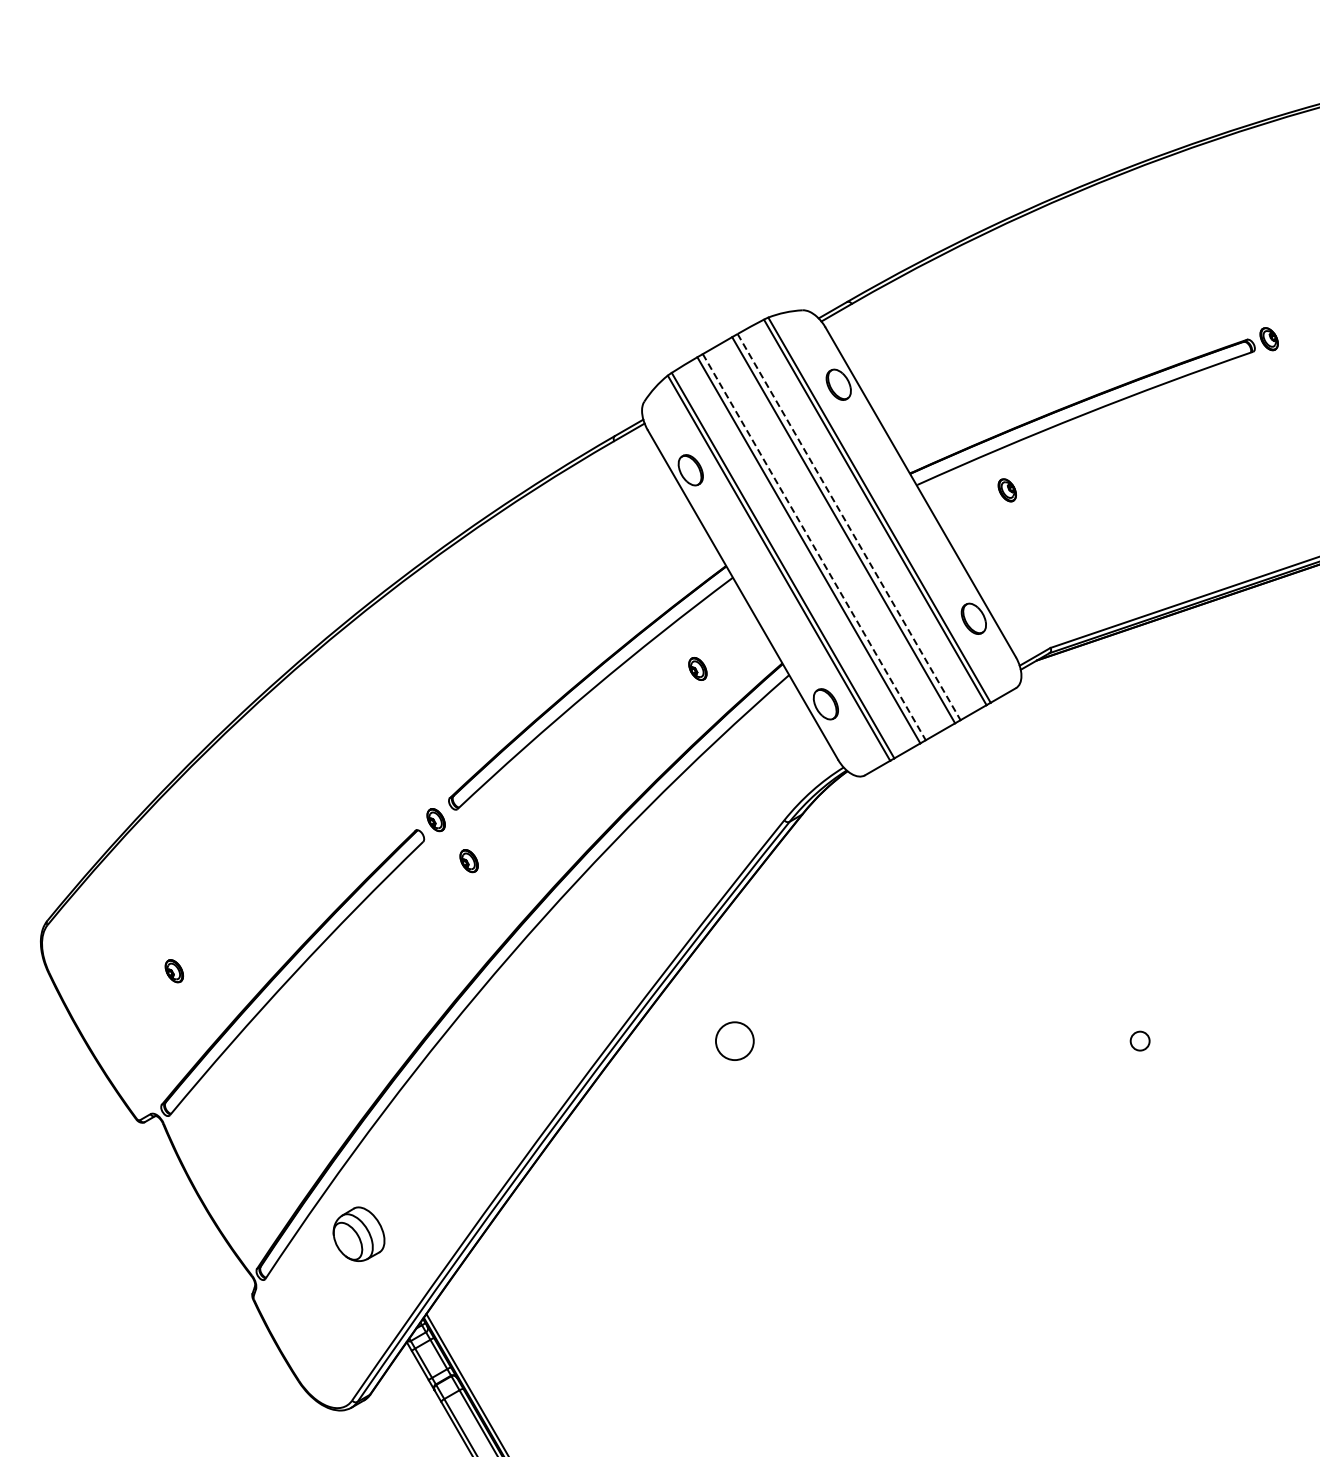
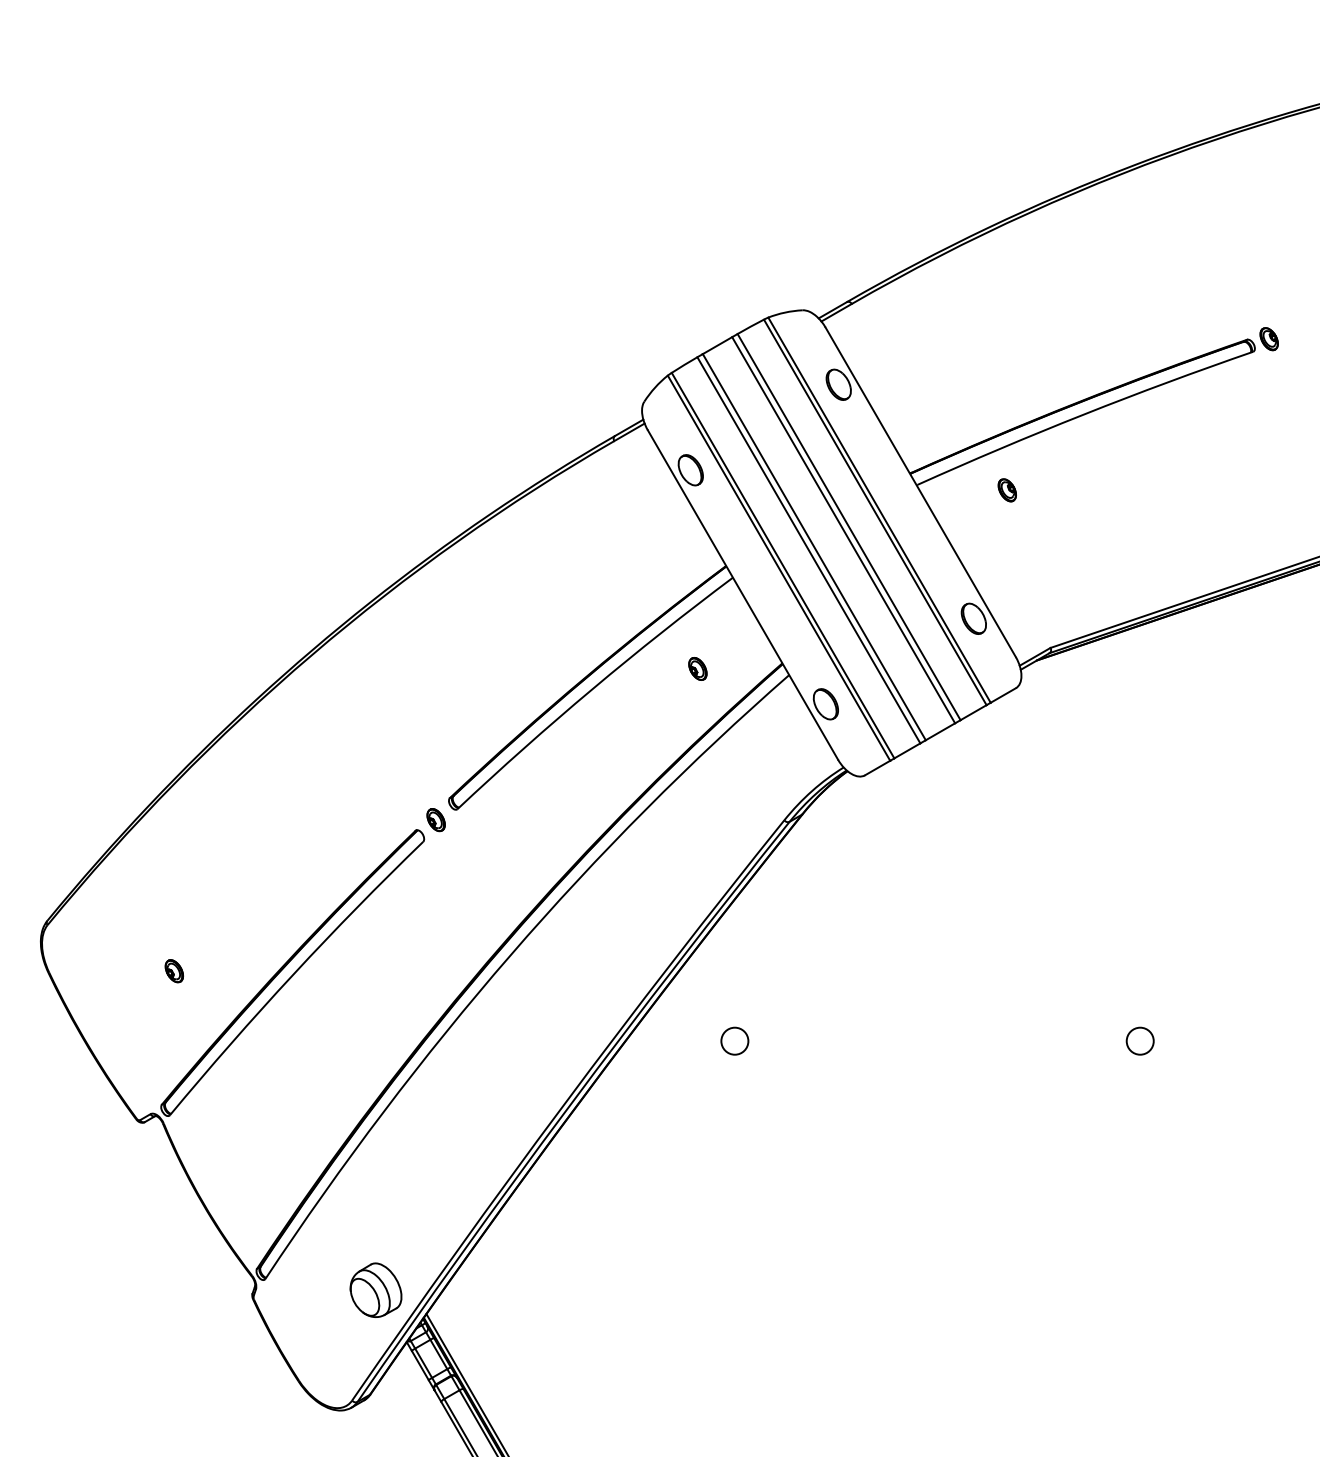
line at (849, 527): dashed -> solid
line at (814, 547): dashed -> solid
part at (468, 861): present -> none
circle at (1139, 1040) size: 22x22 px -> 30x30 px
circle at (734, 1041) diameter: 38 px -> 27 px
part at (358, 1233) position: (358, 1233) -> (375, 1289)
